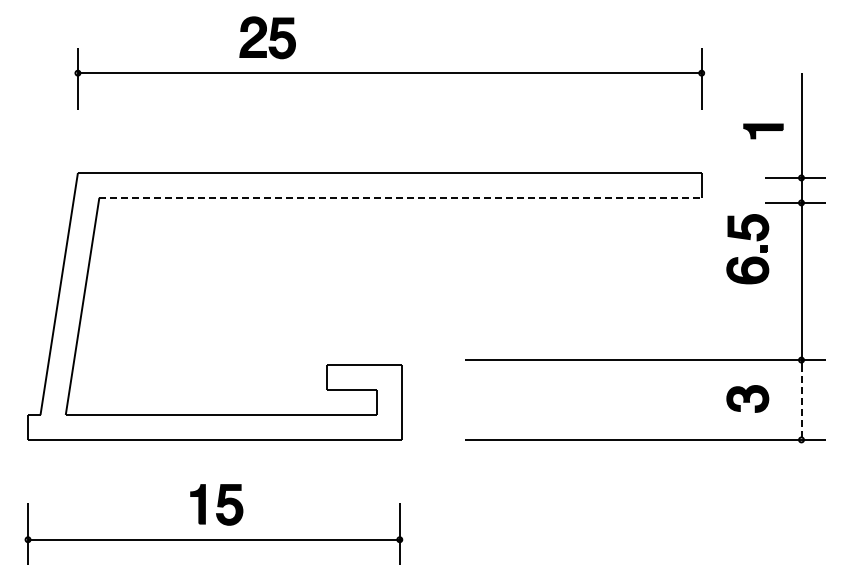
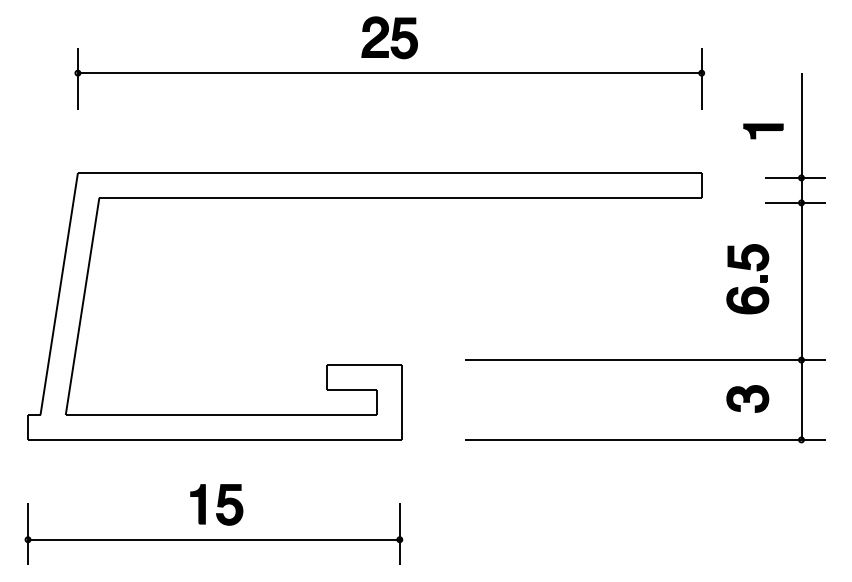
part at (267, 37) position: (267, 37) -> (389, 37)
line at (401, 197): dashed -> solid
part at (748, 257) position: (748, 257) -> (748, 287)
line at (801, 403): dashed -> solid
